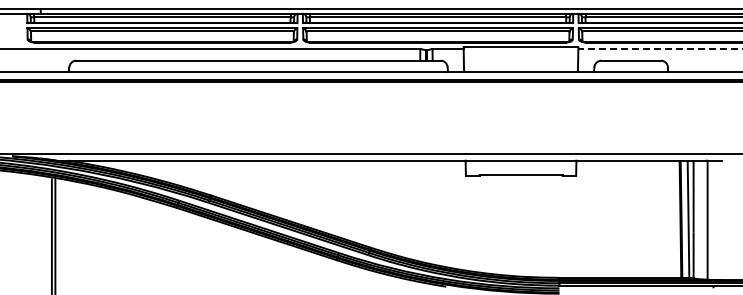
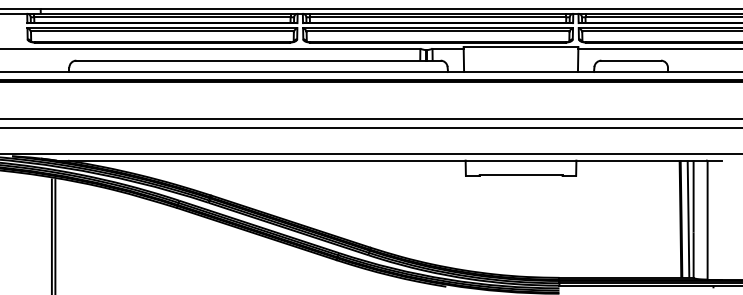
line at (660, 48): dashed -> solid
line at (370, 119): none -> present
line at (370, 128): none -> present
